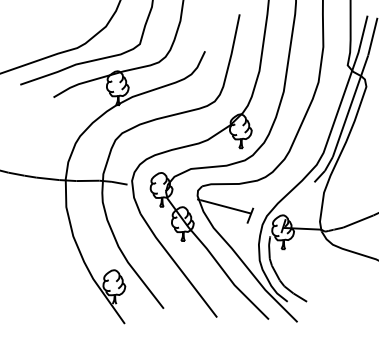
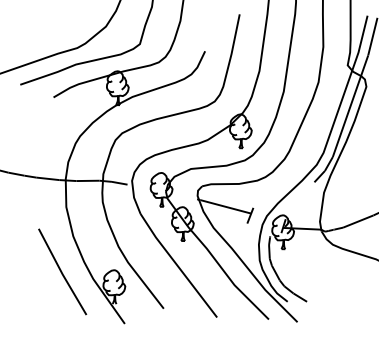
line at (62, 271): none -> present
